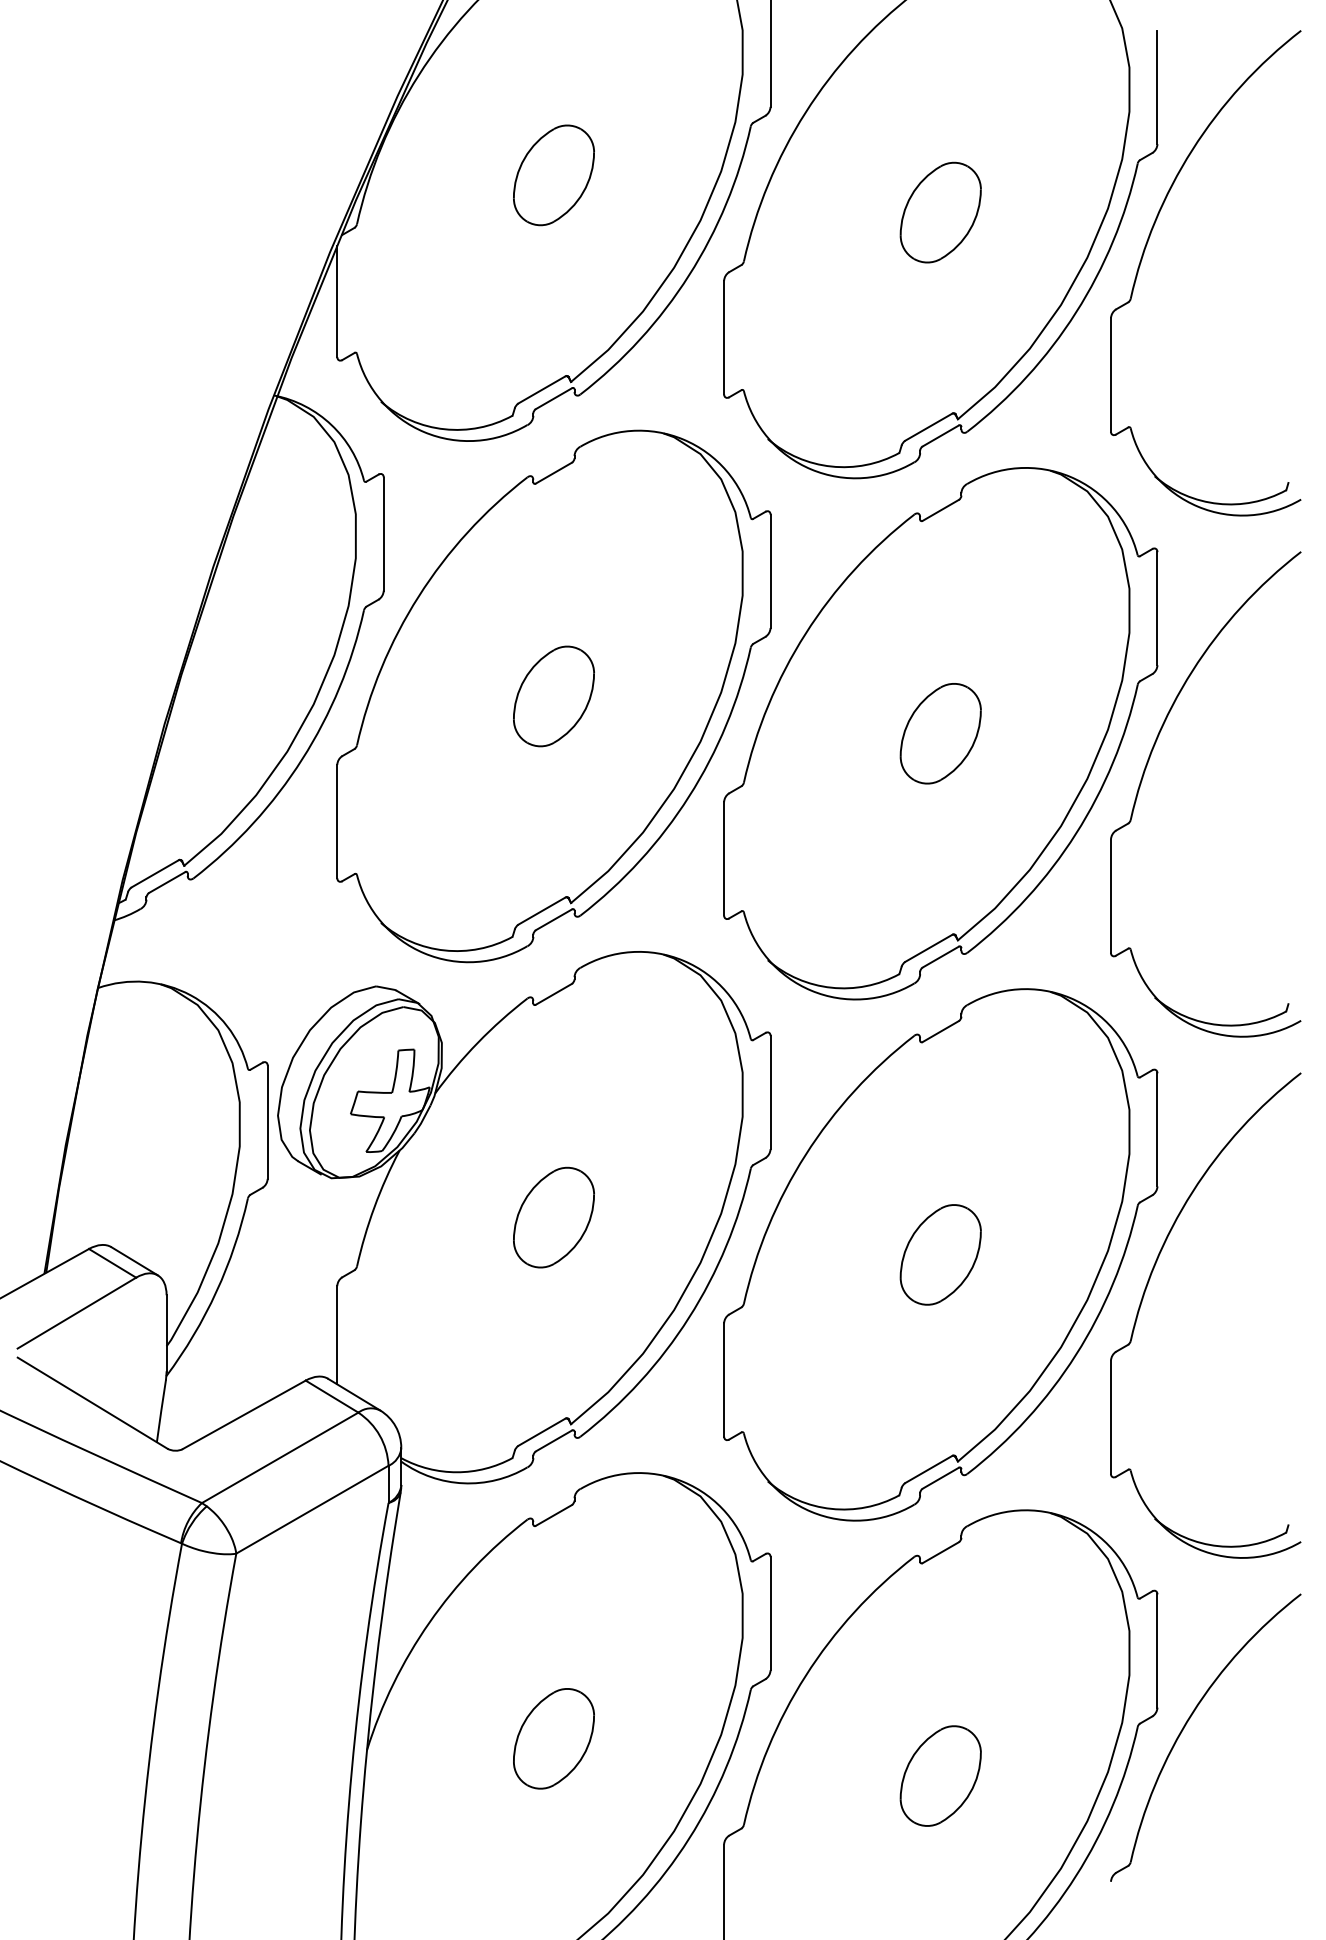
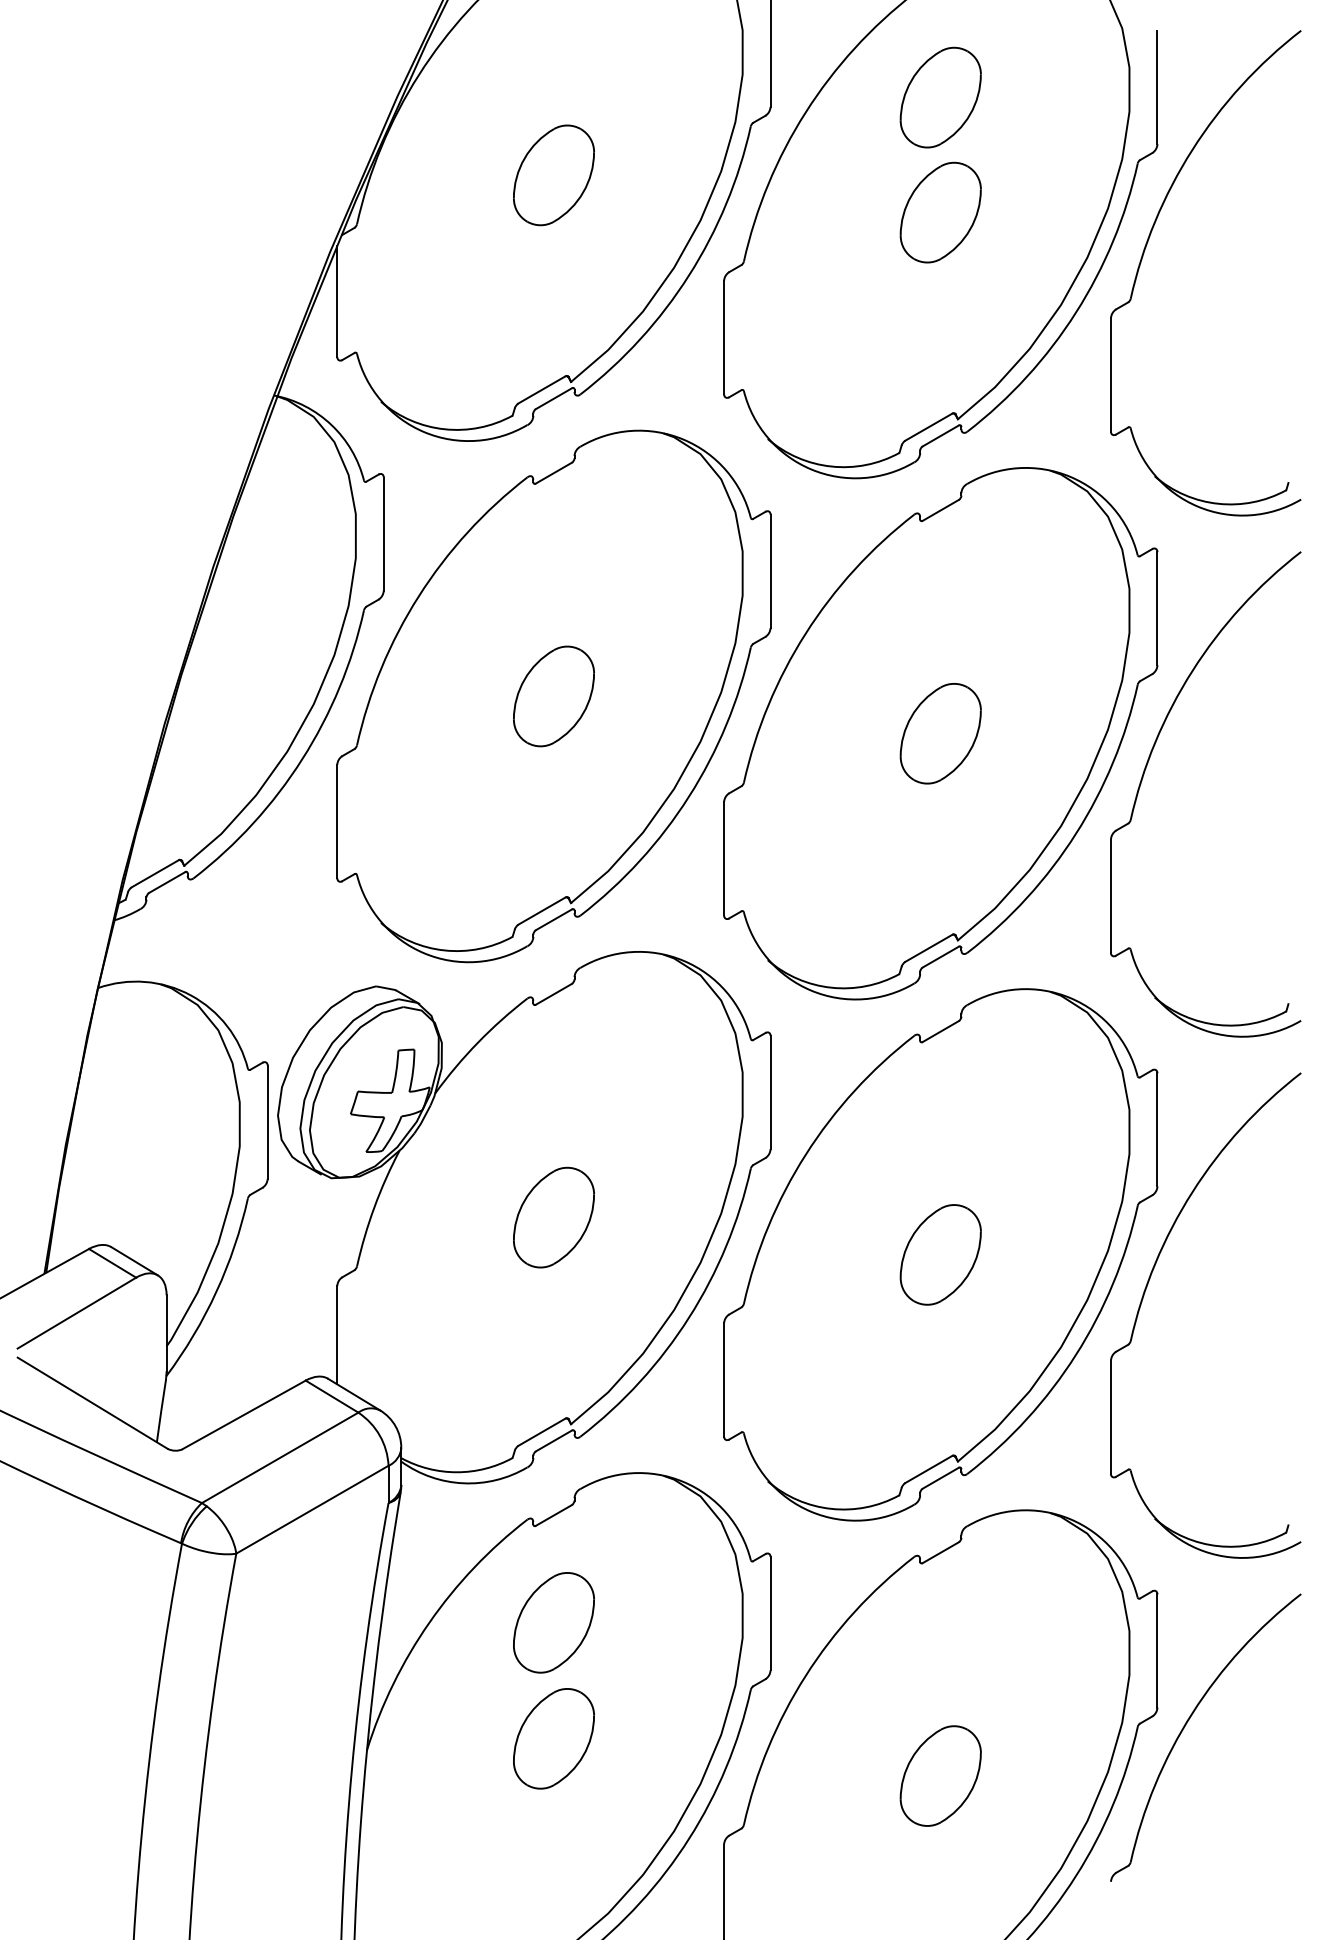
part at (940, 97): none -> present
part at (553, 1622): none -> present
